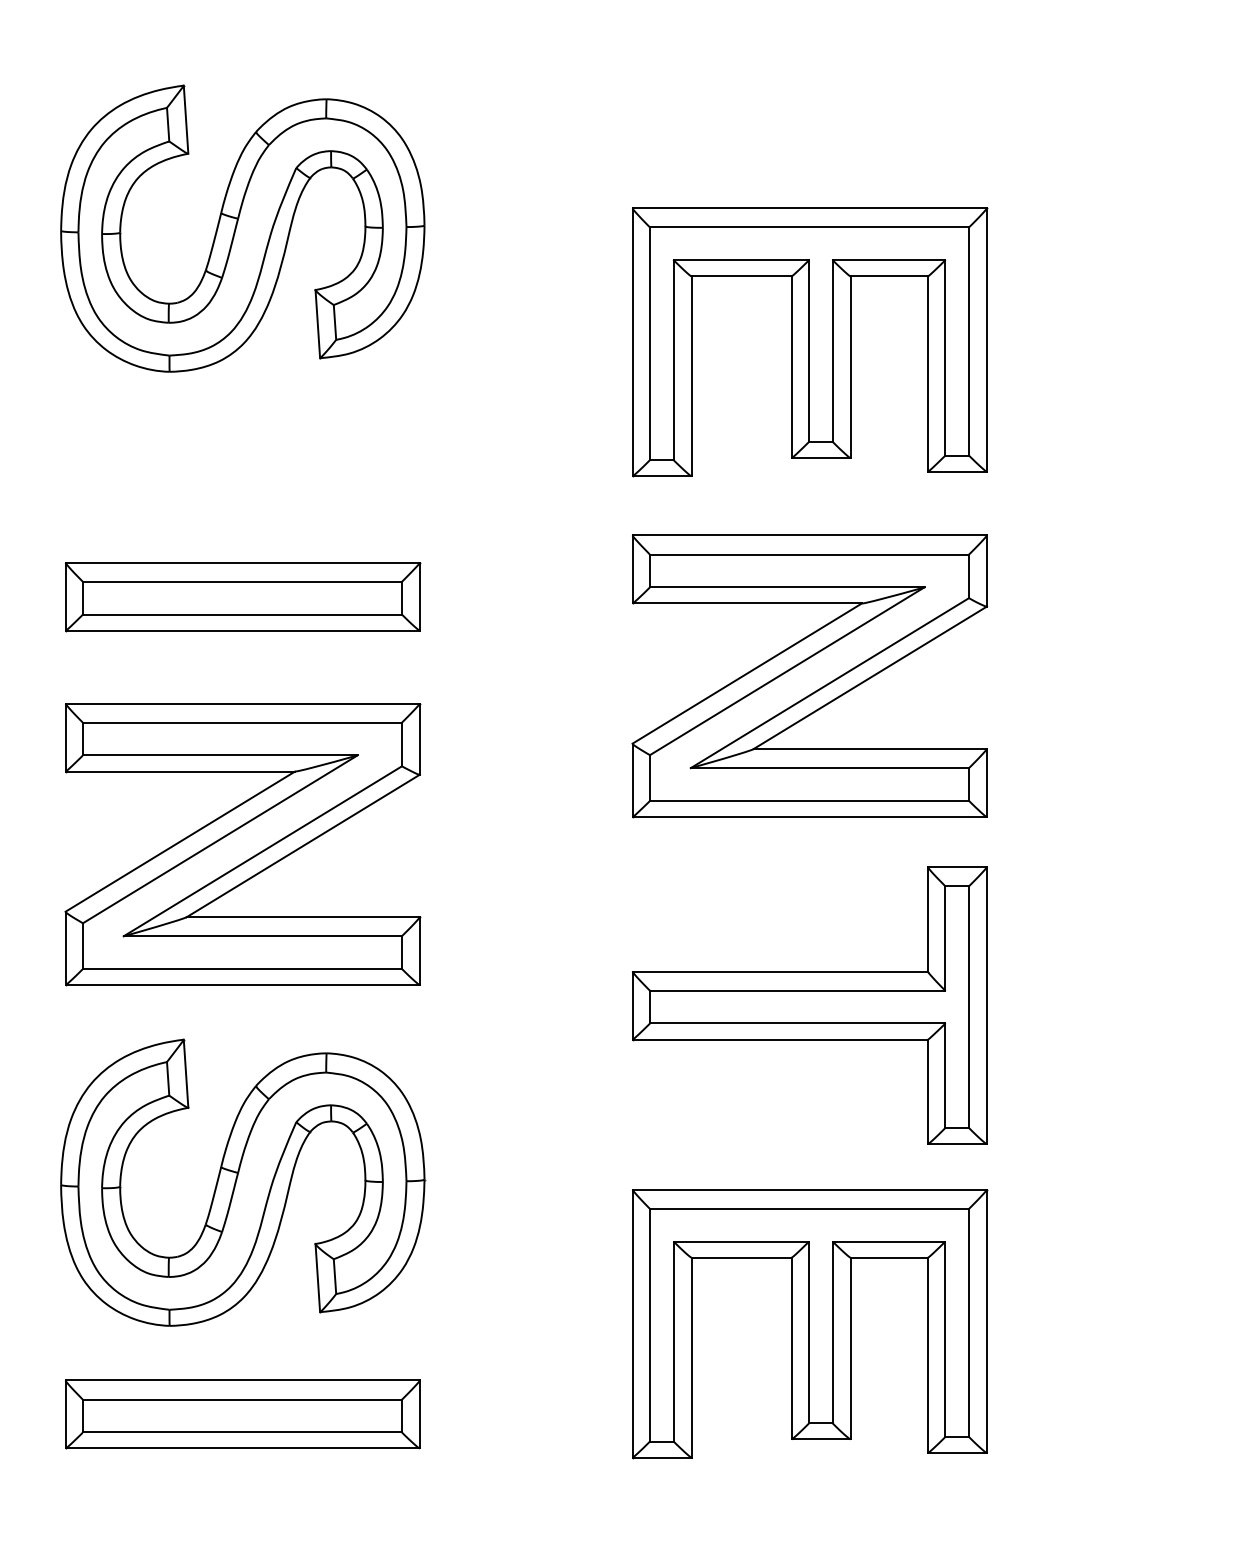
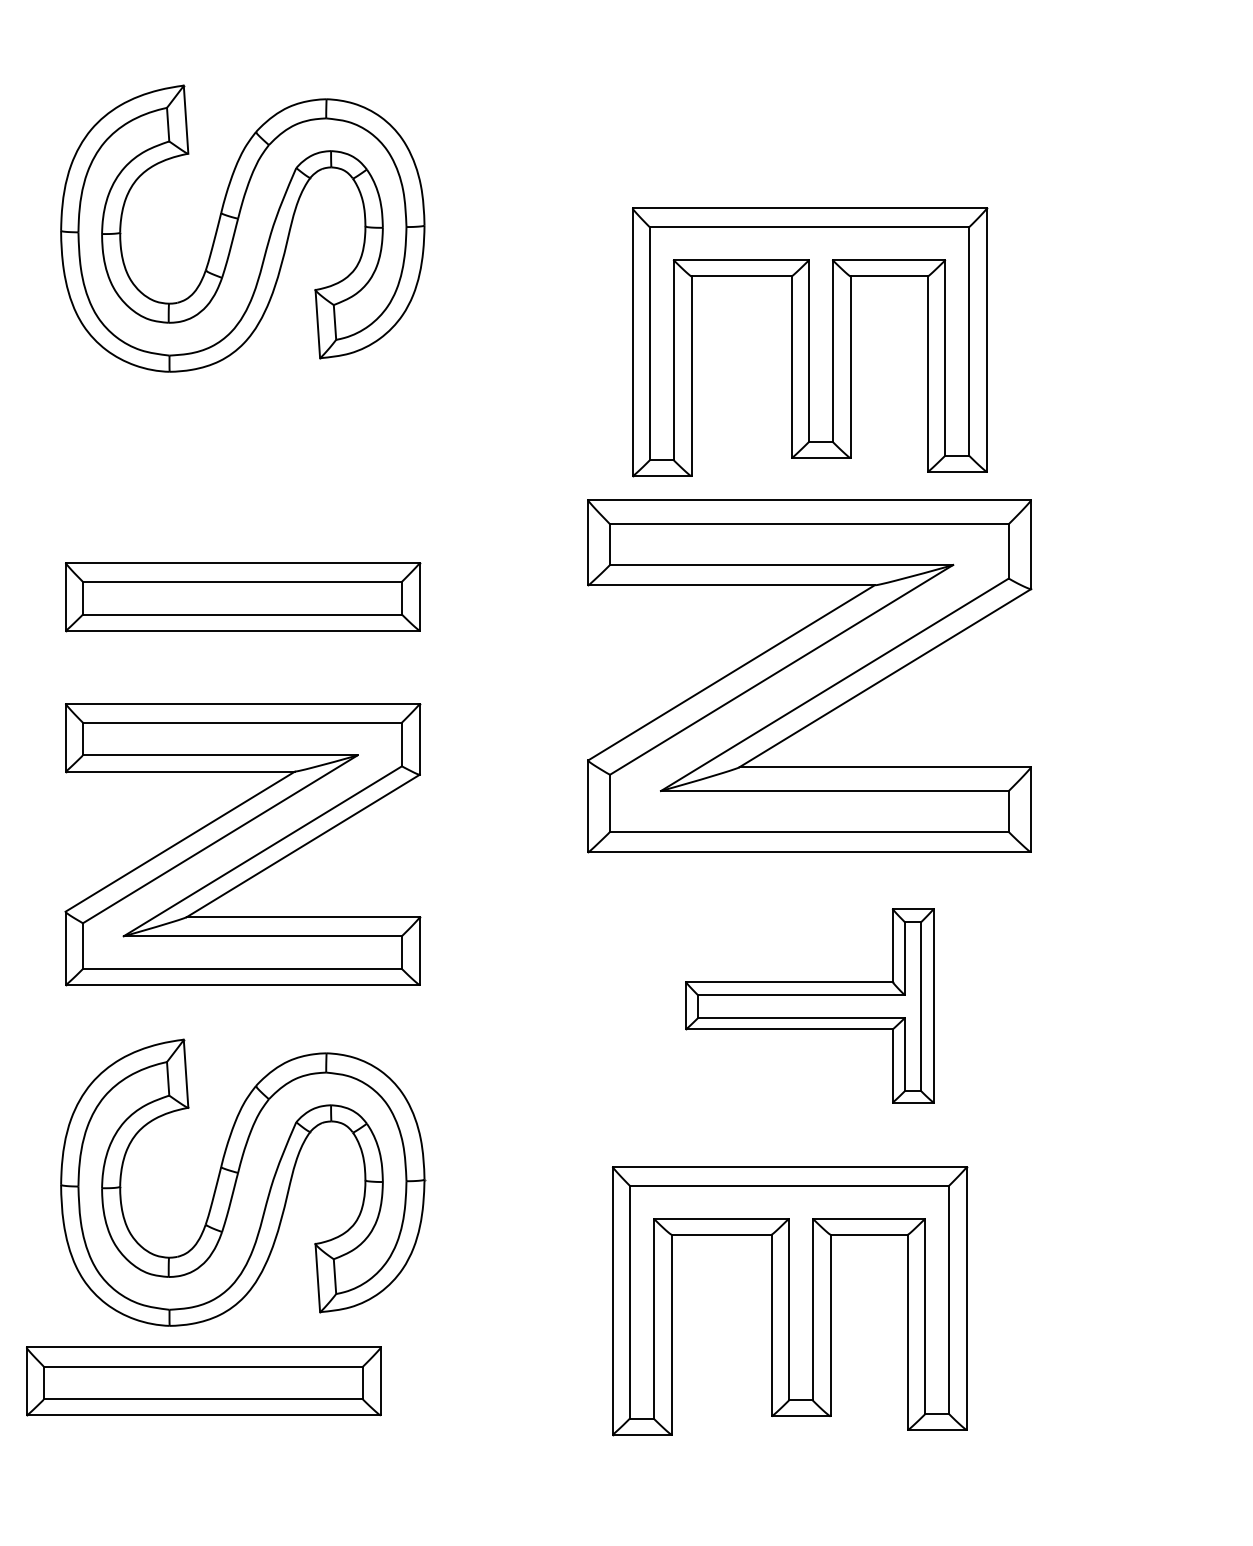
part at (809, 676) size: 358x285 px -> 446x355 px
part at (809, 1005) size: 356x279 px -> 250x196 px
part at (810, 1324) position: (810, 1324) -> (790, 1301)
part at (242, 1414) position: (242, 1414) -> (203, 1381)
